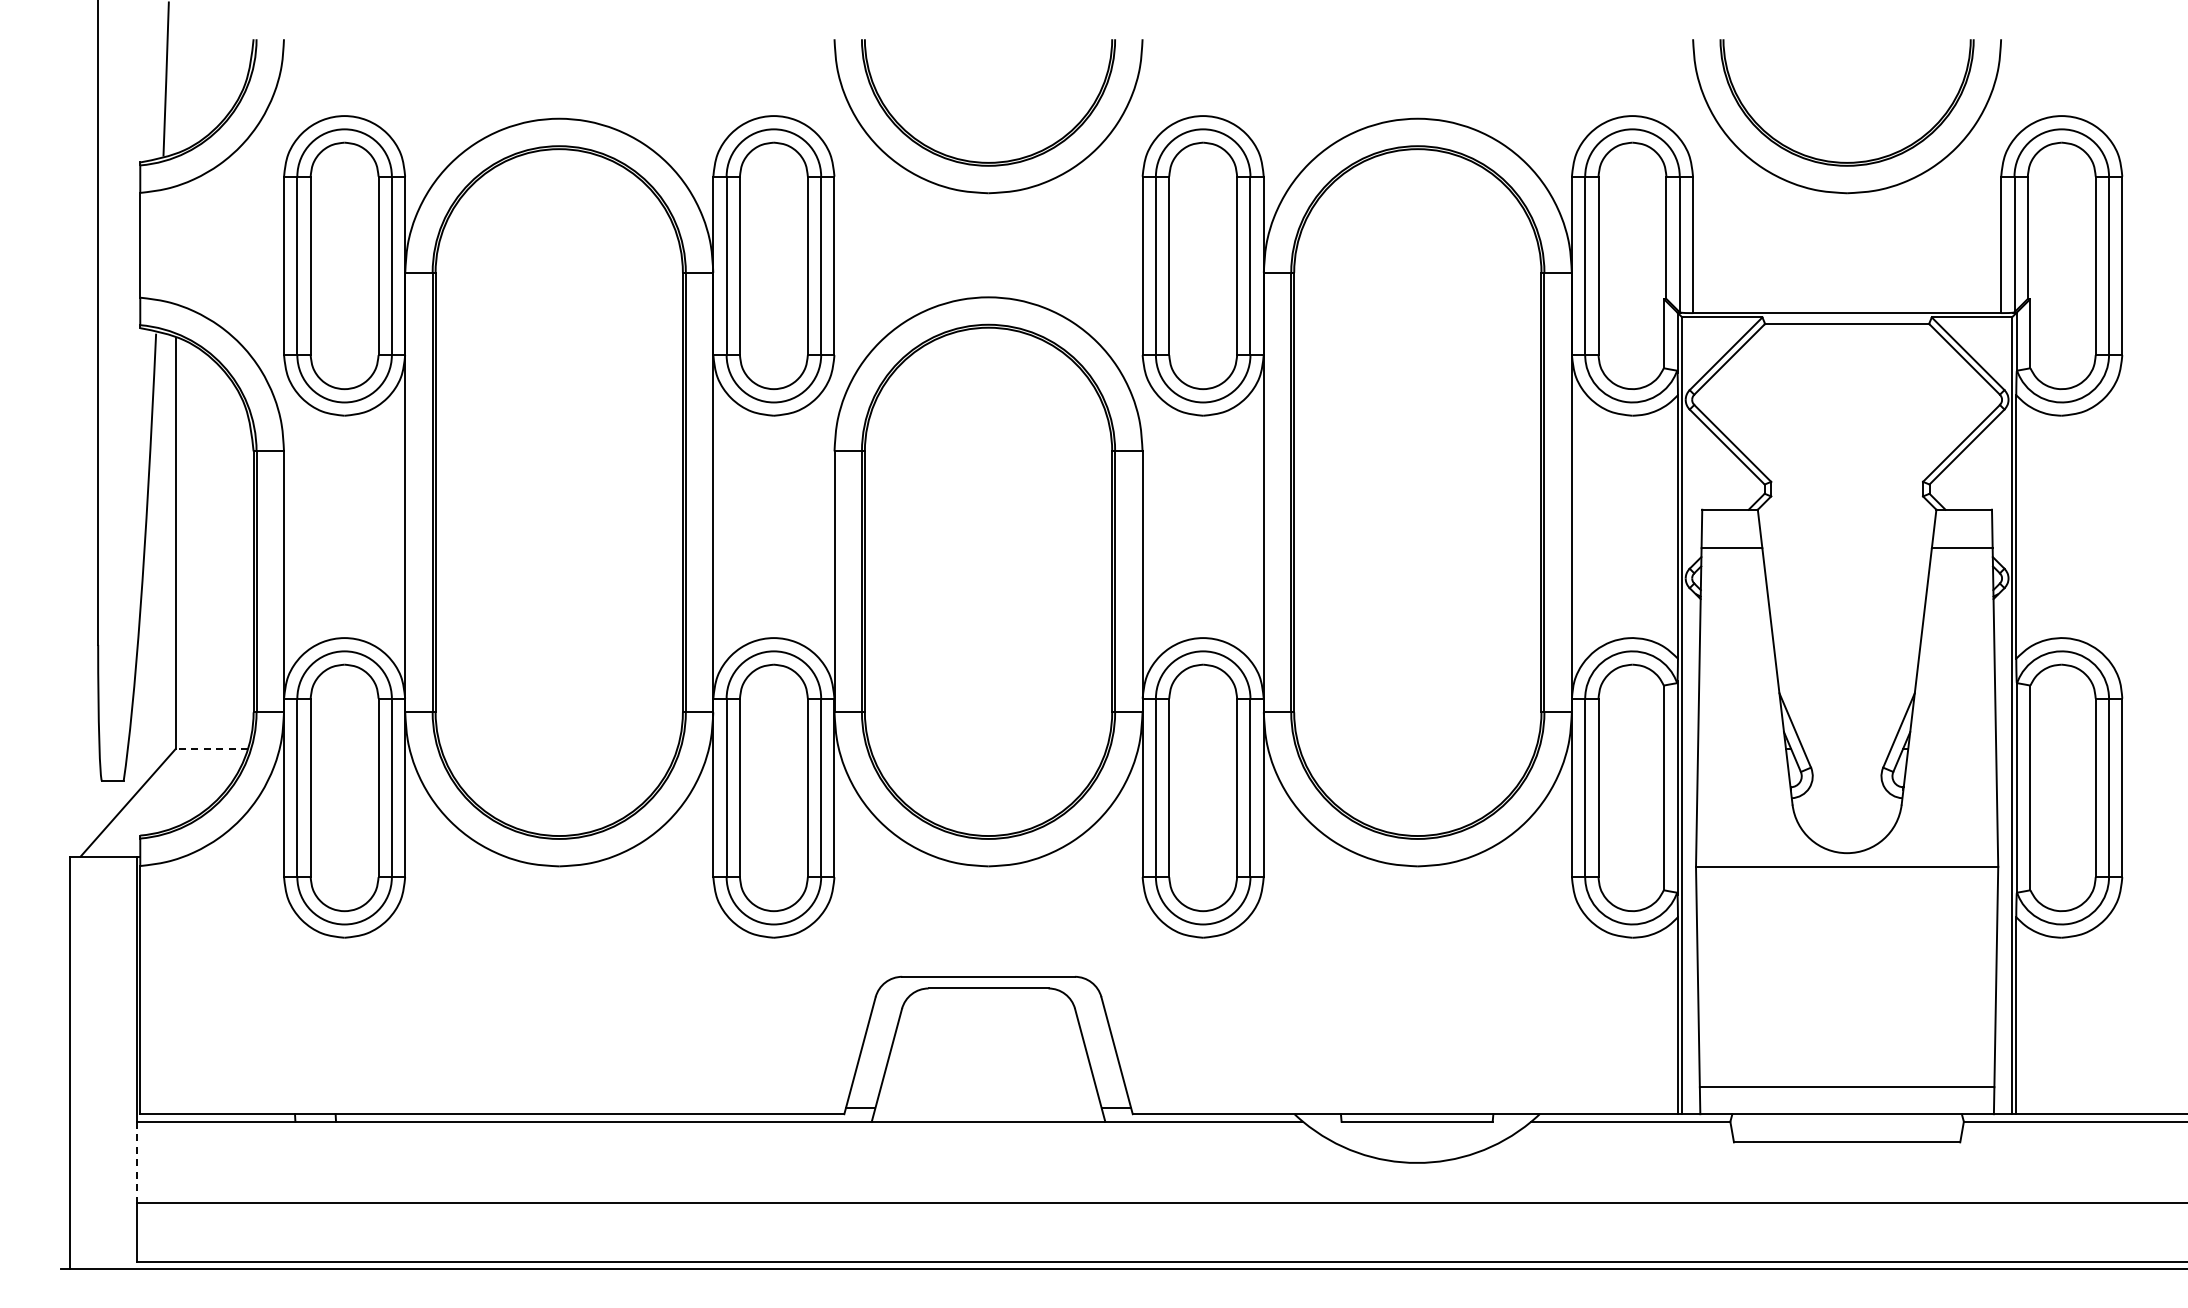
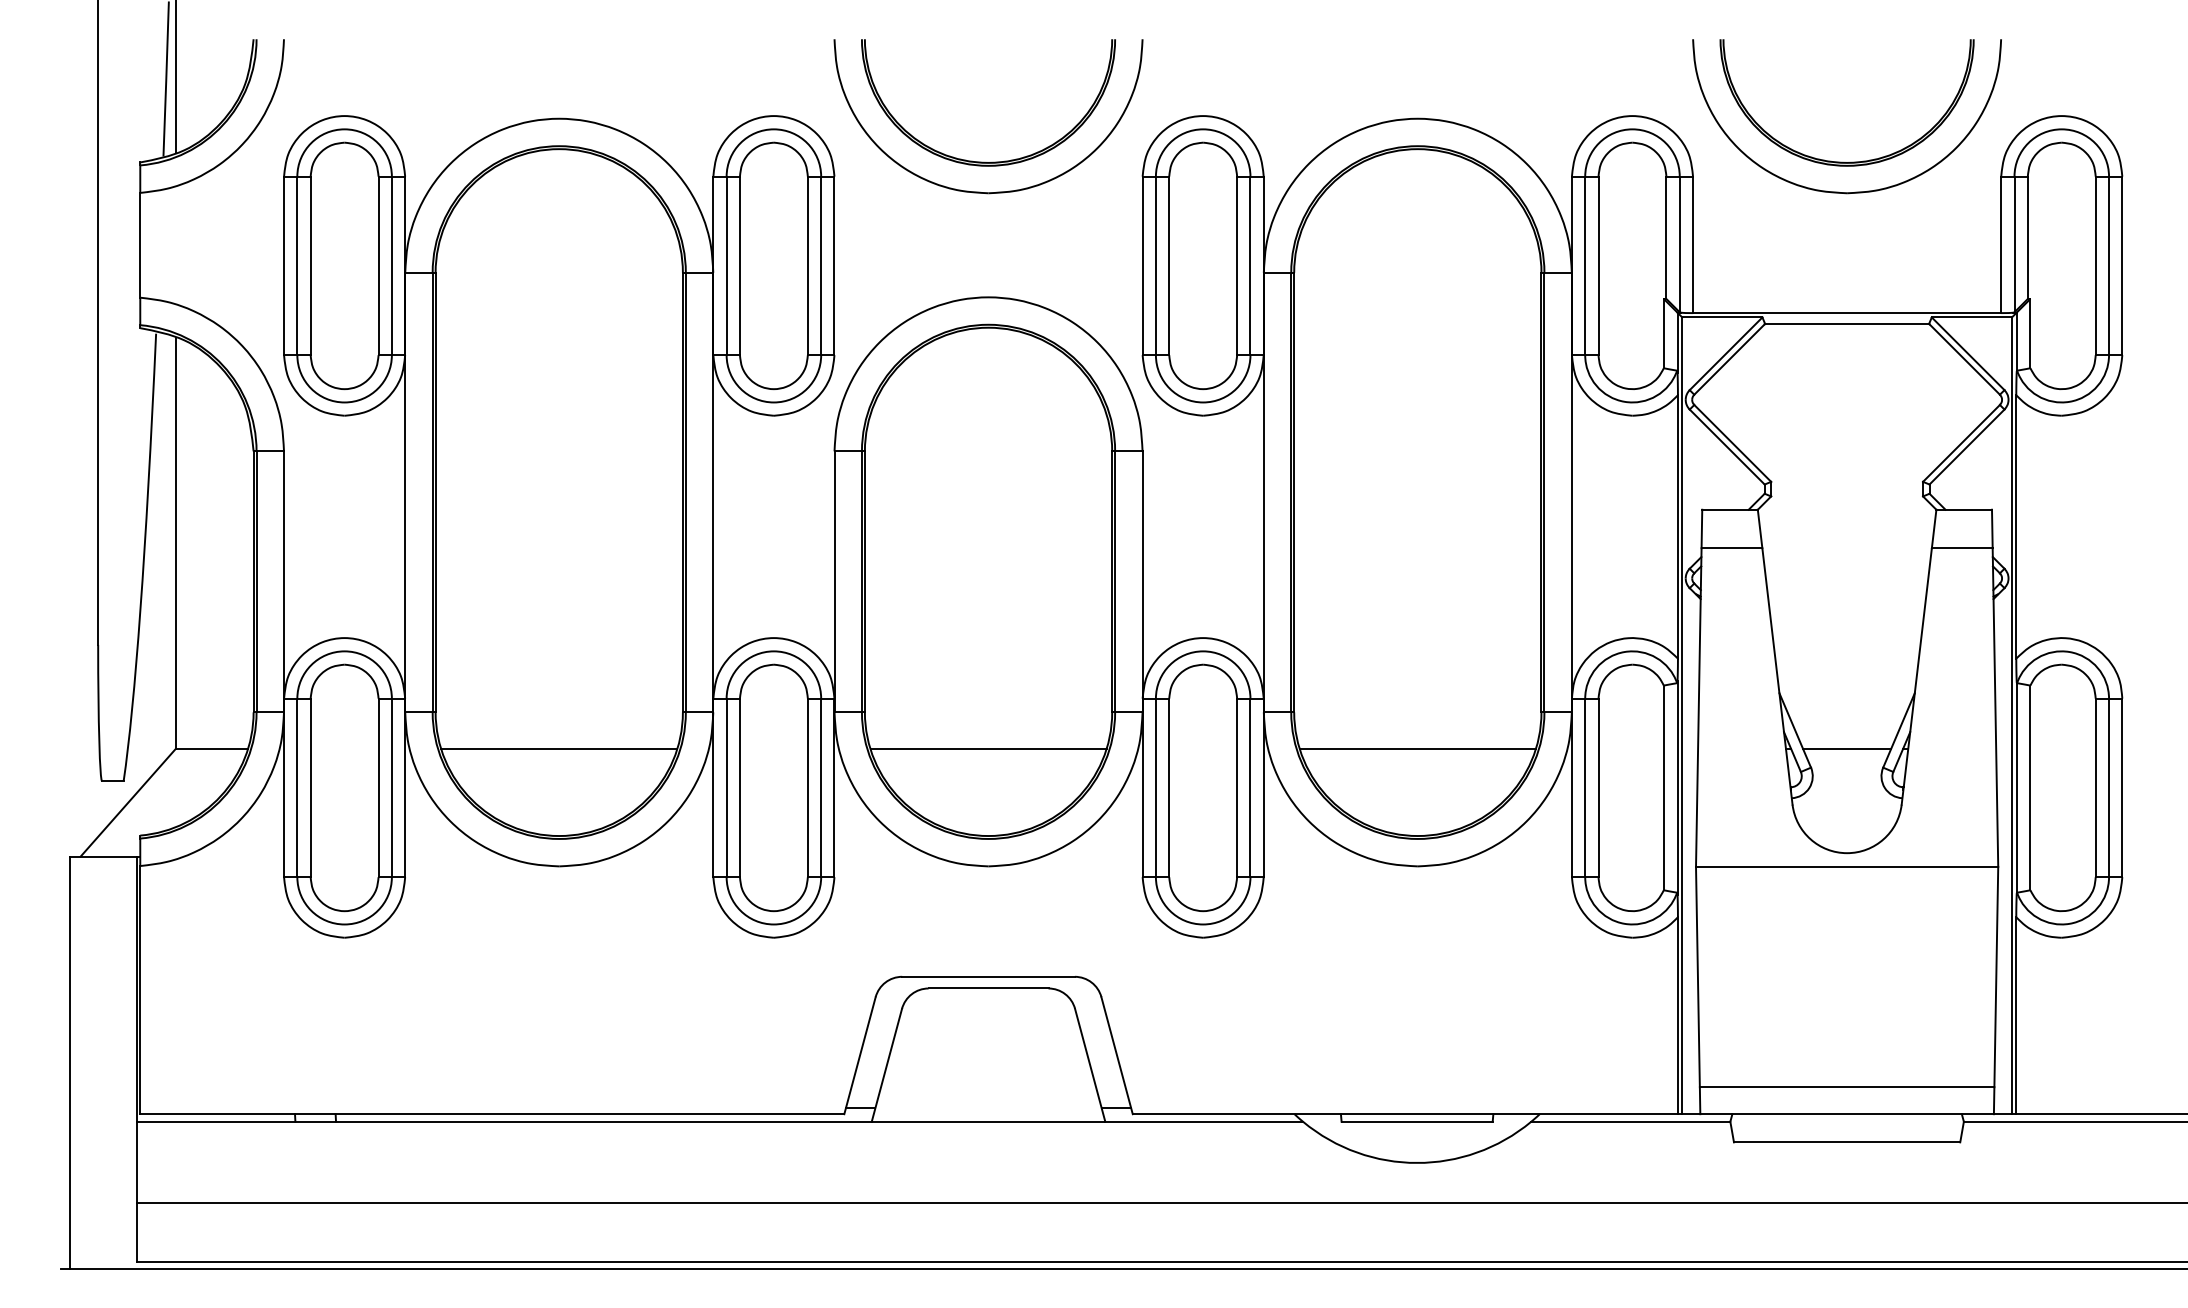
line at (175, 77): none -> present
line at (211, 749): dashed -> solid
line at (559, 749): none -> present
line at (988, 749): none -> present
line at (1417, 749): none -> present
line at (1847, 749): none -> present
line at (136, 1162): dashed -> solid
